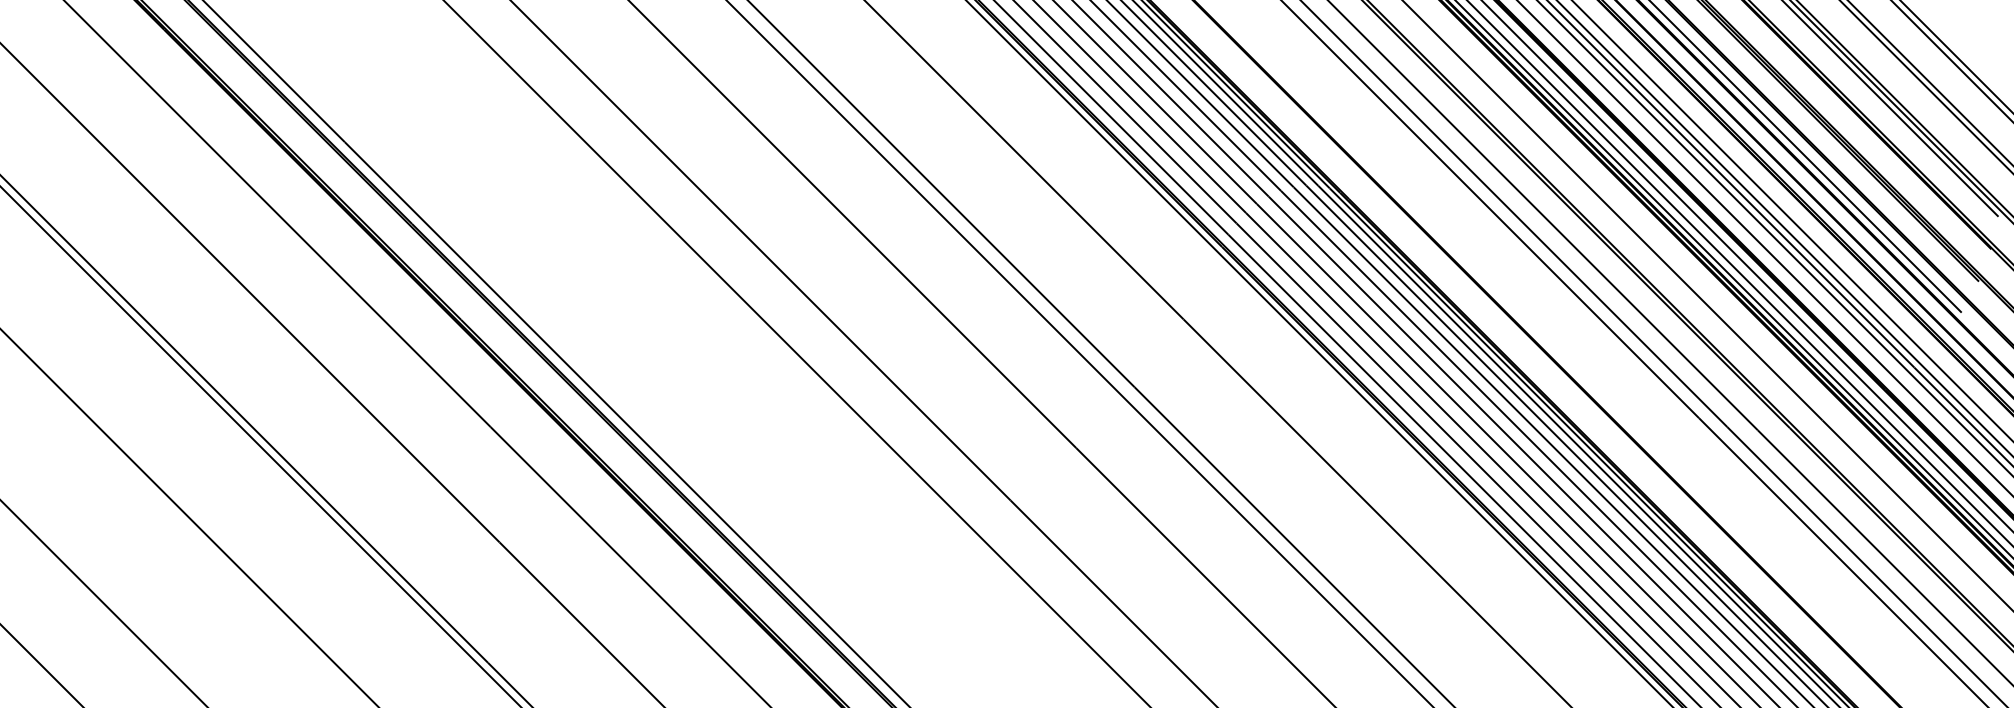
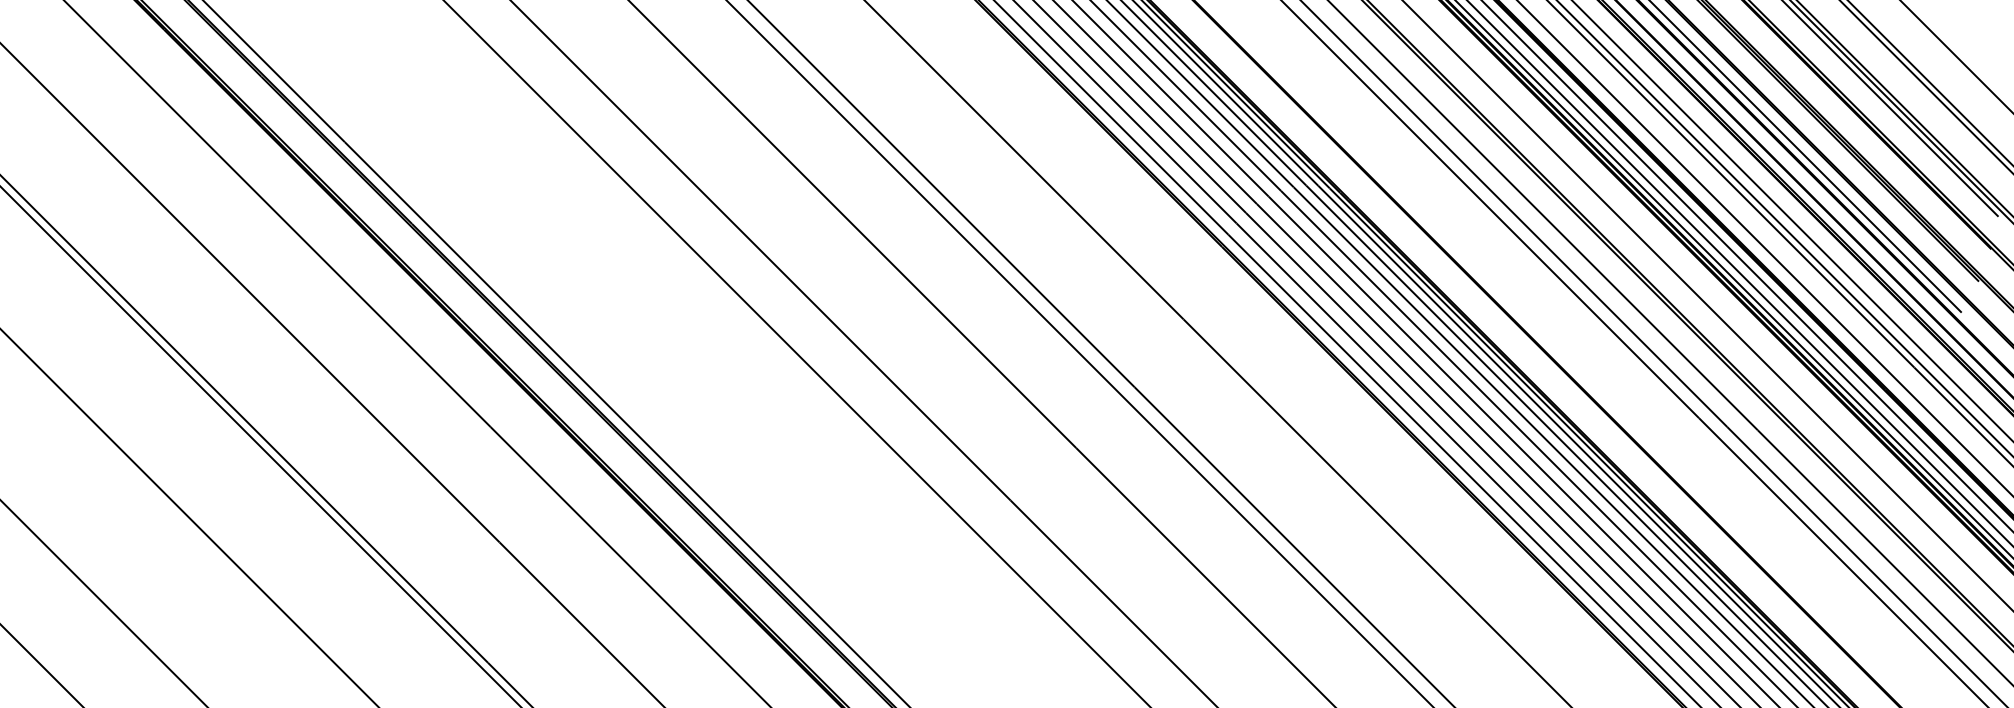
line at (1951, 60): present -> none
line at (1774, 238): present -> none
line at (1319, 353): present -> none
